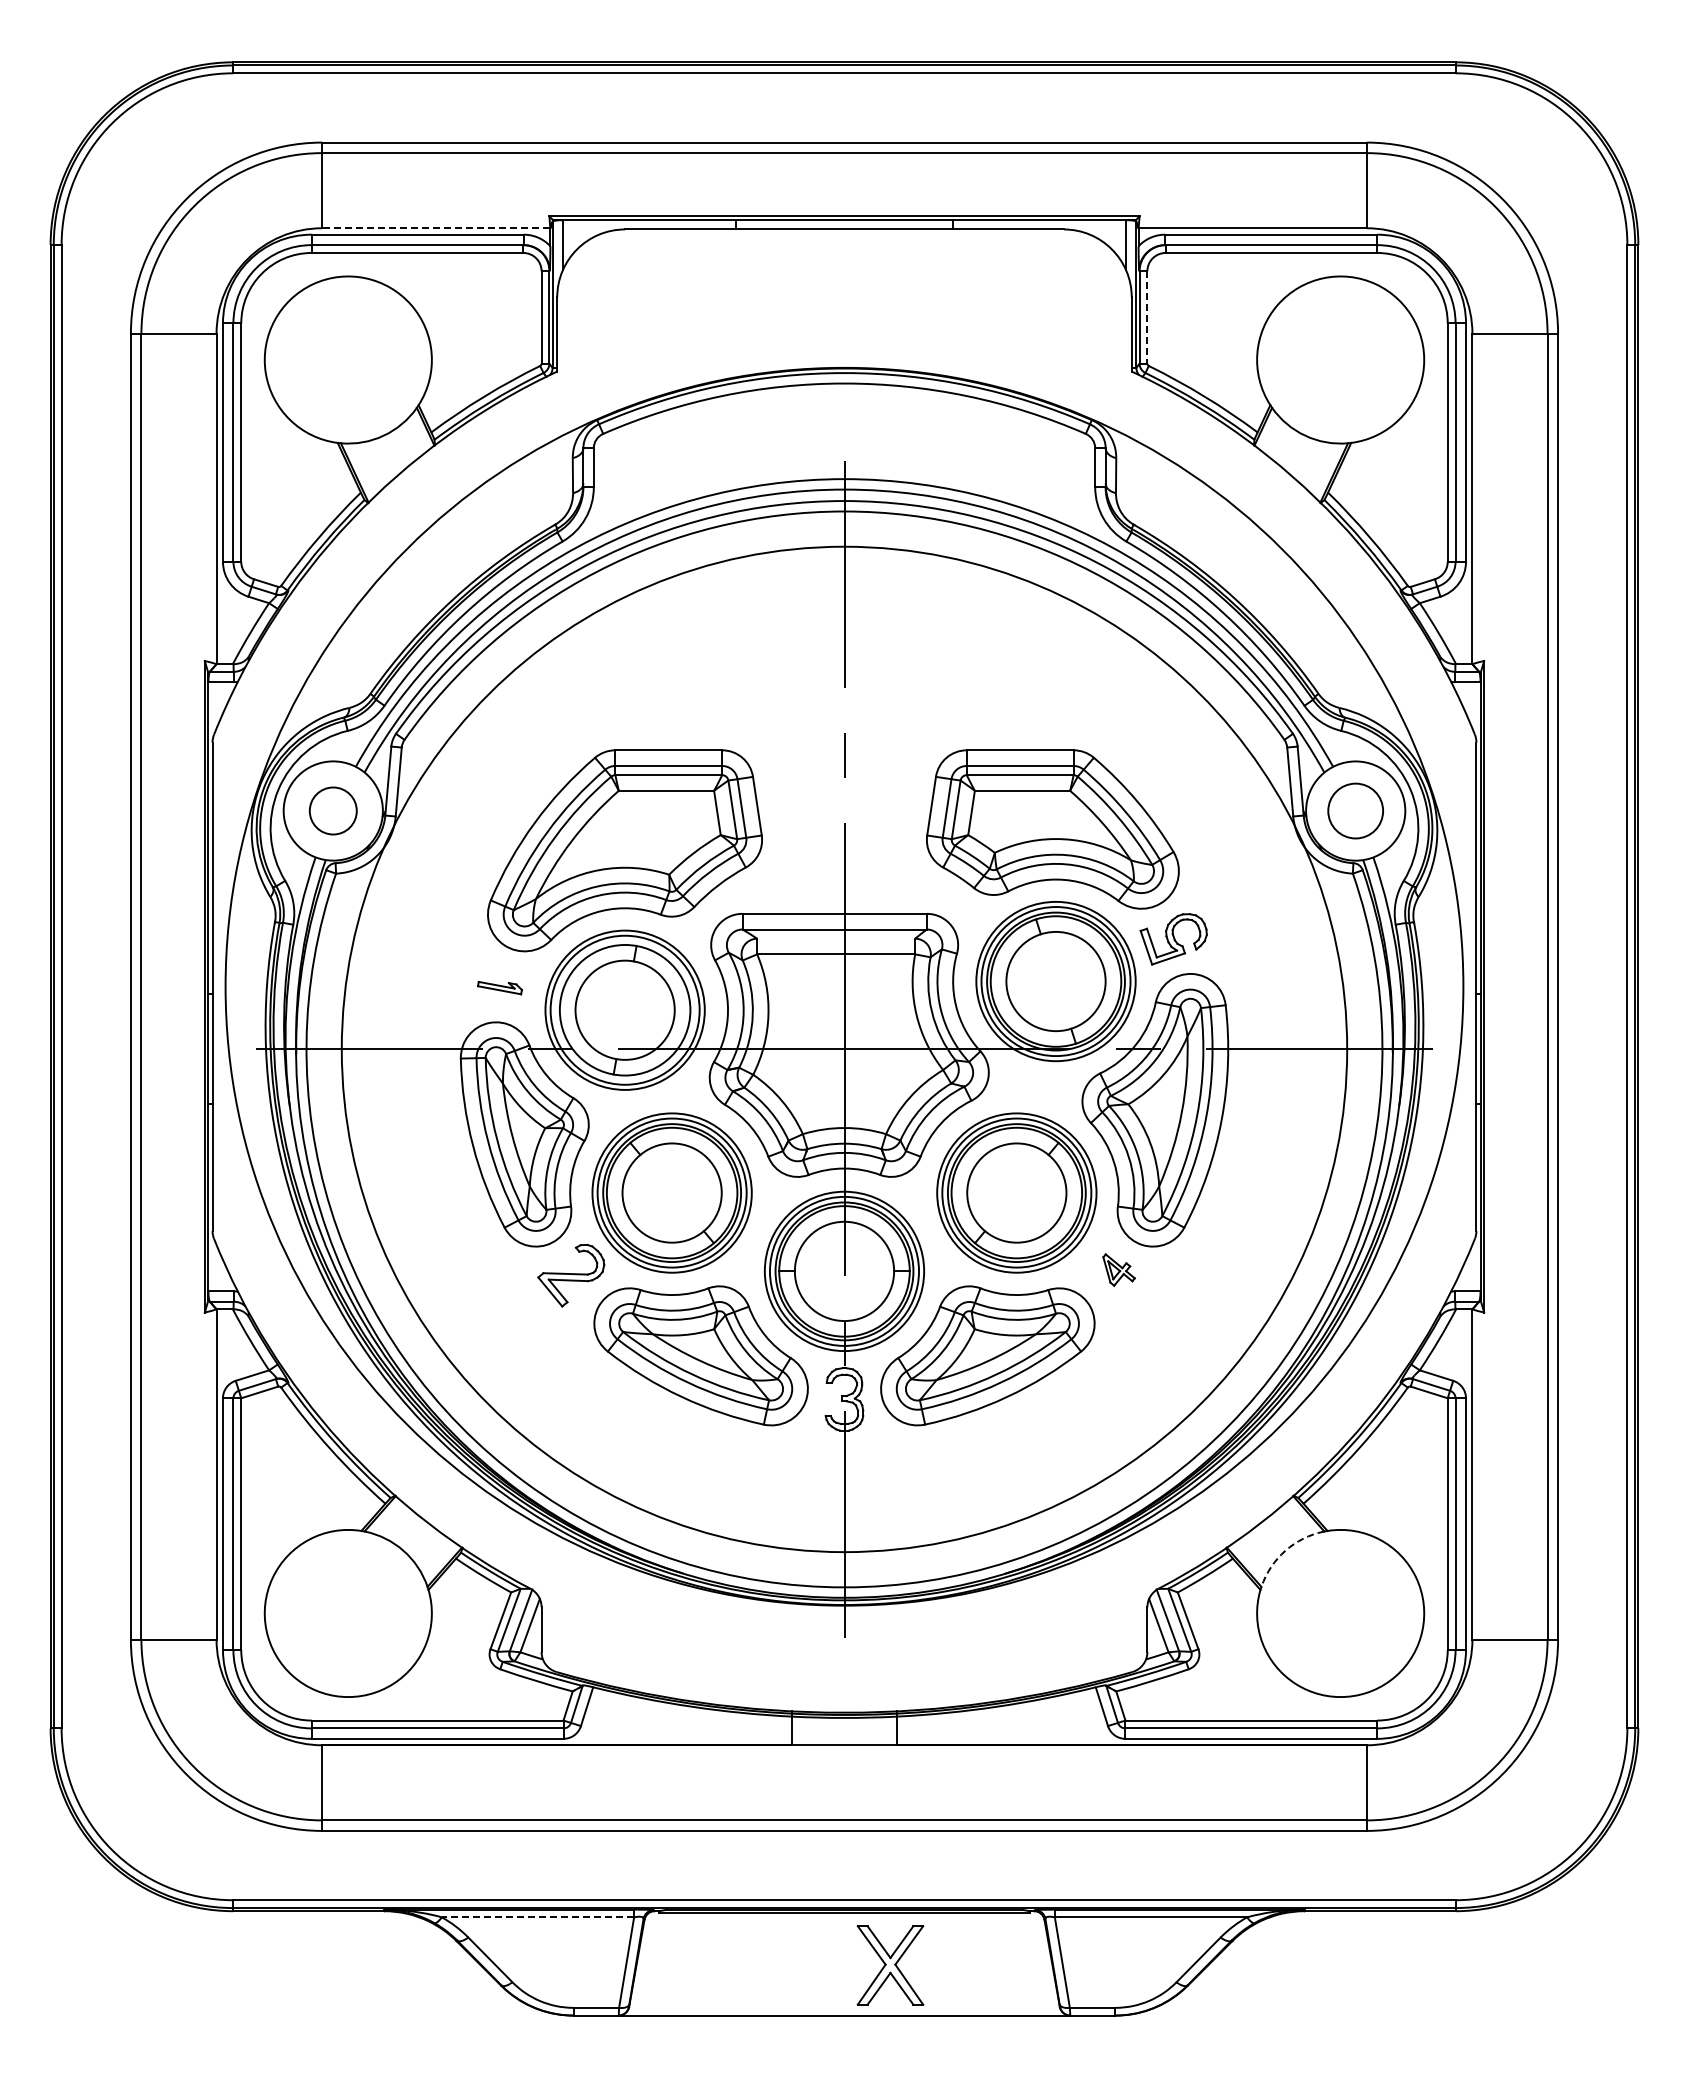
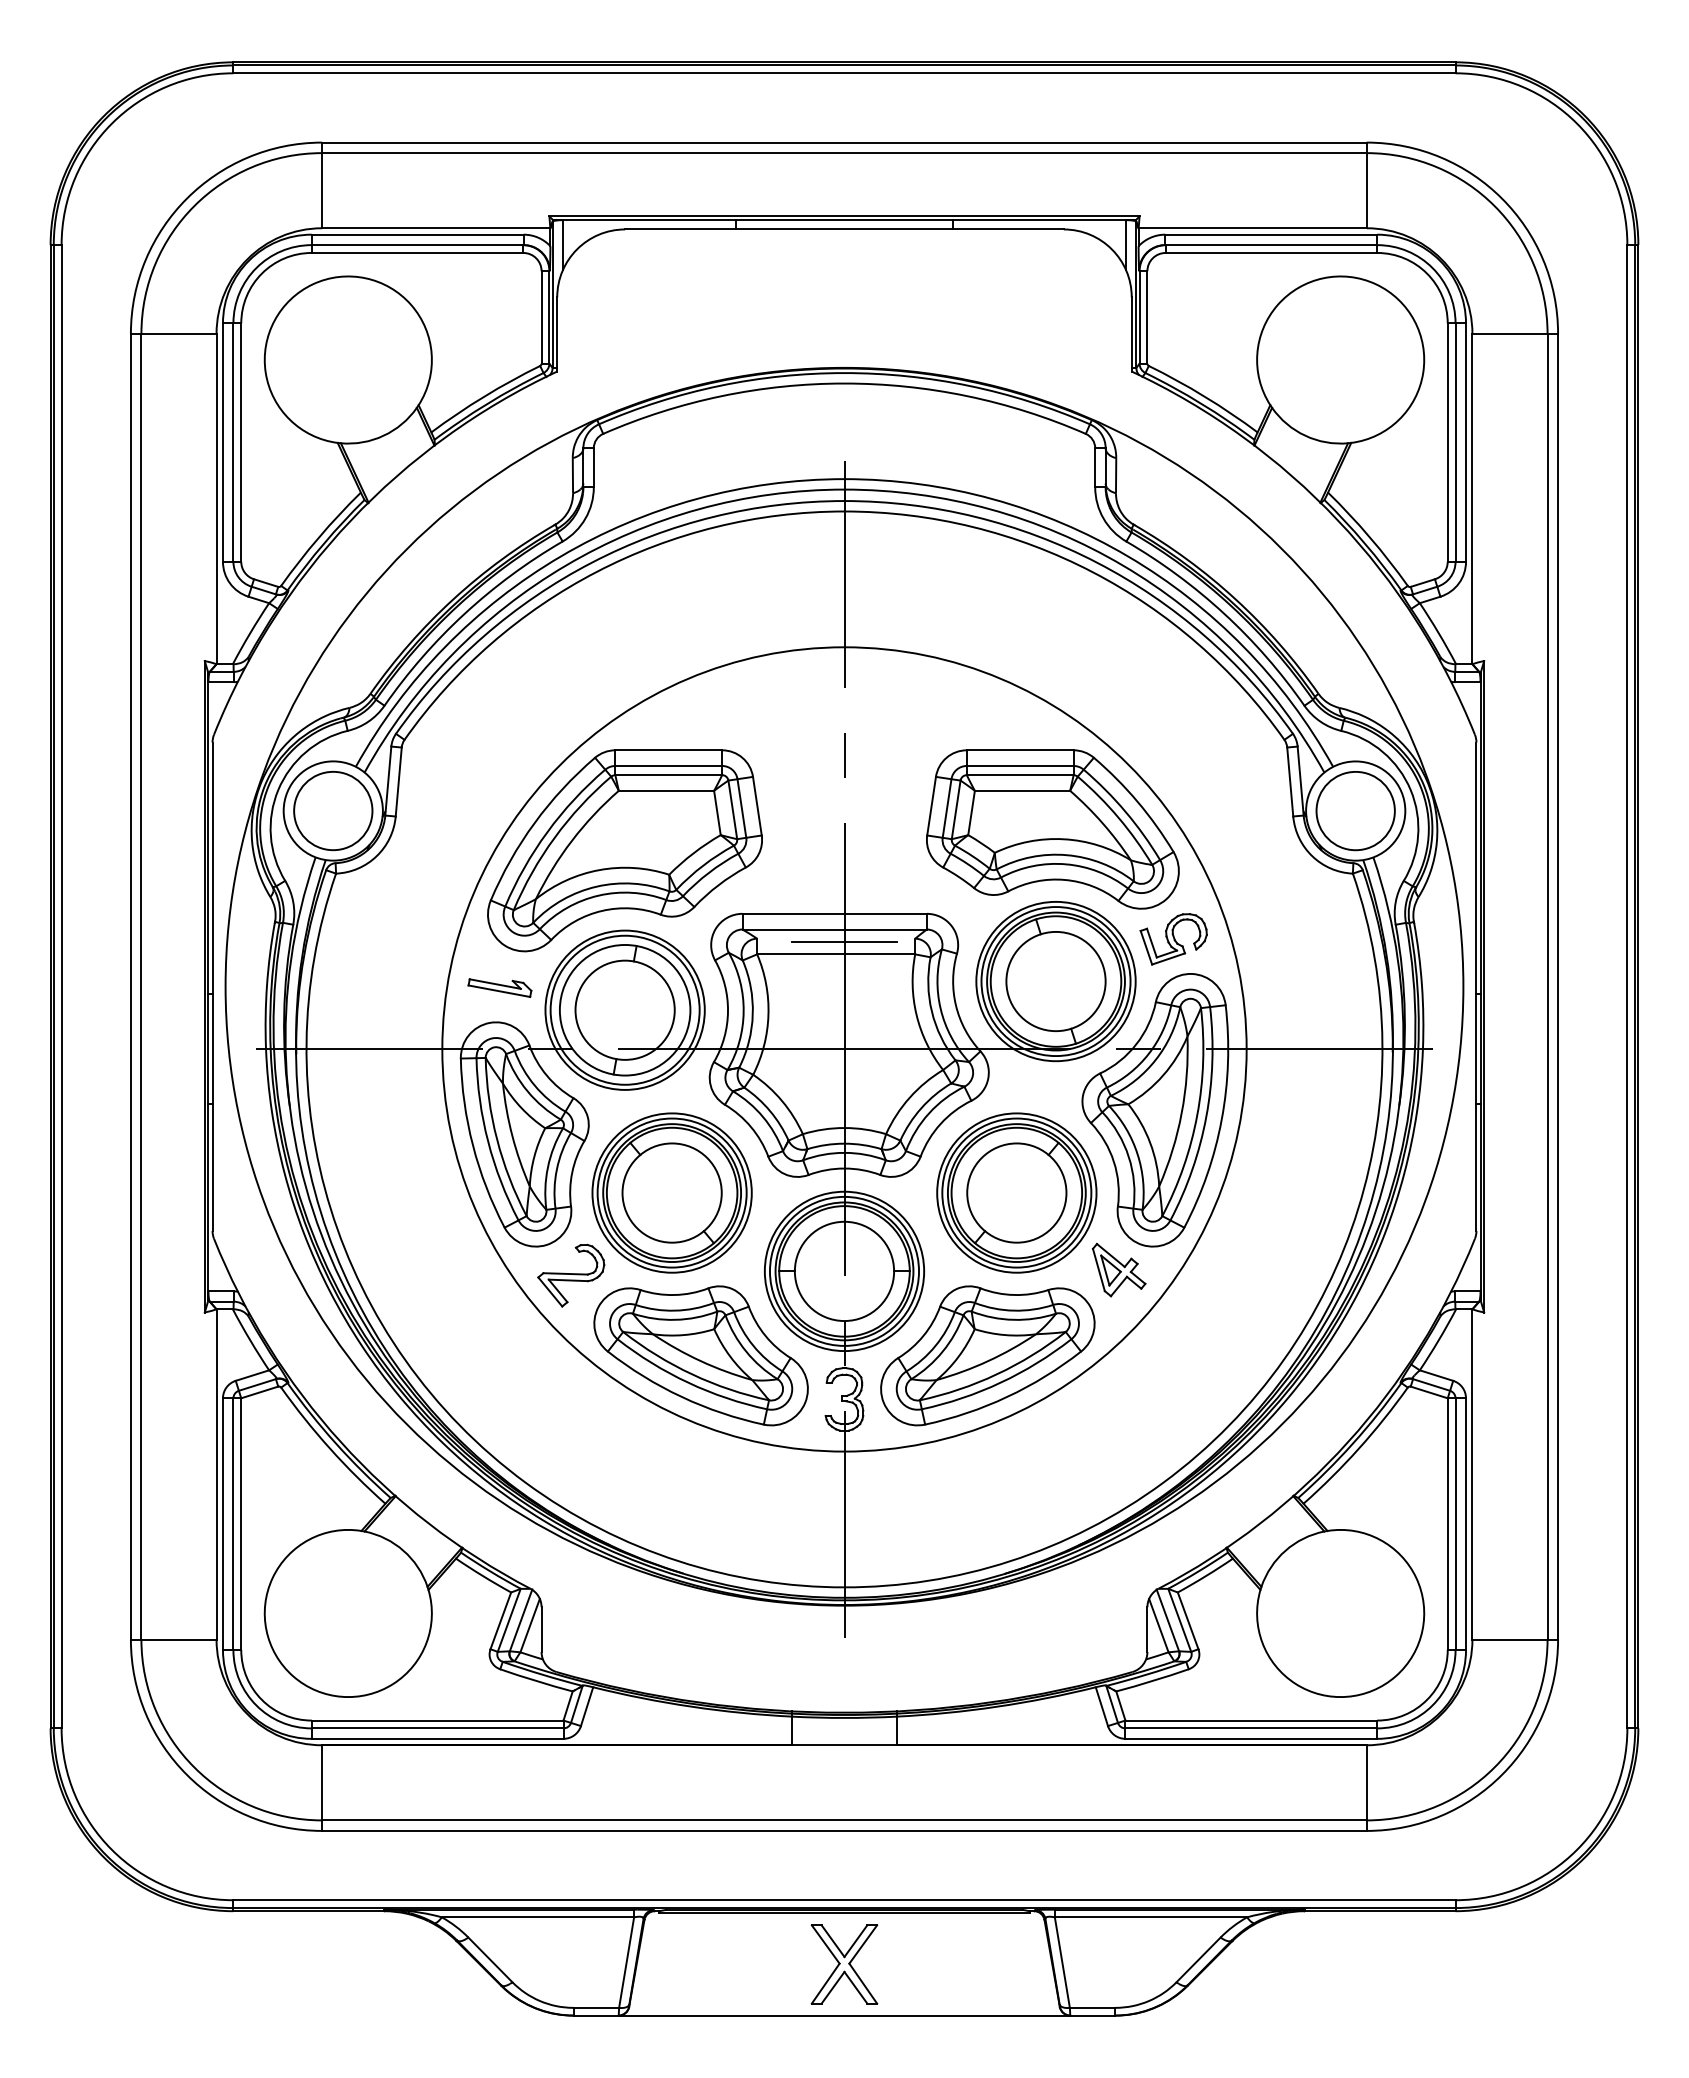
line at (435, 228): dashed -> solid
line at (1147, 317): dashed -> solid
circle at (332, 810) diameter: 47 px -> 78 px
circle at (1355, 810) diameter: 55 px -> 78 px
line at (844, 941): none -> present
part at (499, 987) size: 46x16 px -> 66x20 px
circle at (844, 1049) diameter: 1005 px -> 804 px
part at (1118, 1269) size: 34x34 px -> 56x56 px
arc at (1285, 1550): dashed -> solid
line at (537, 1917): dashed -> solid
part at (890, 1965) position: (890, 1965) -> (844, 1964)
